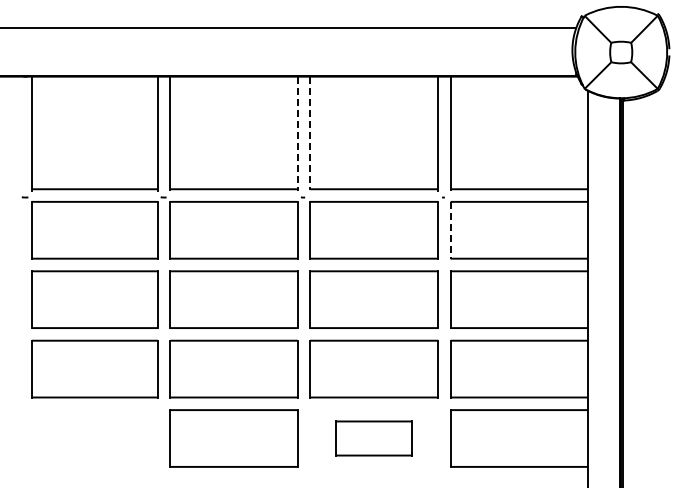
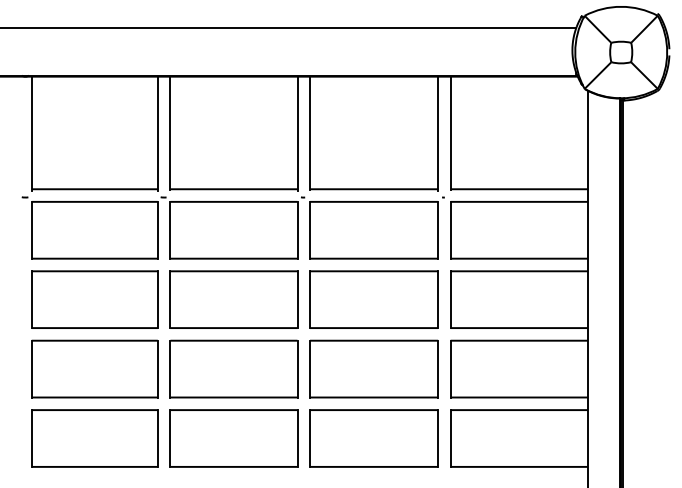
line at (310, 133): dashed -> solid
line at (297, 134): dashed -> solid
line at (450, 230): dashed -> solid
part at (94, 438): none -> present
part at (373, 438) size: 78x37 px -> 130x59 px
